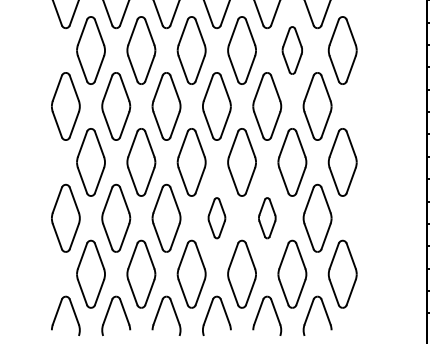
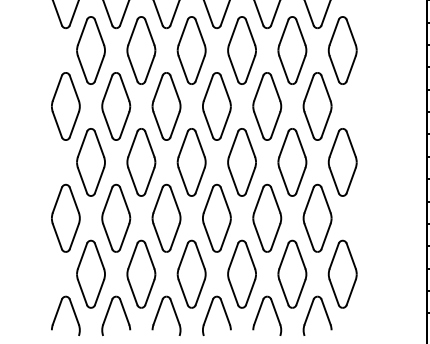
part at (291, 50) size: 22x49 px -> 31x69 px
part at (216, 218) size: 20x43 px -> 30x70 px
part at (267, 218) size: 19x43 px -> 31x70 px
